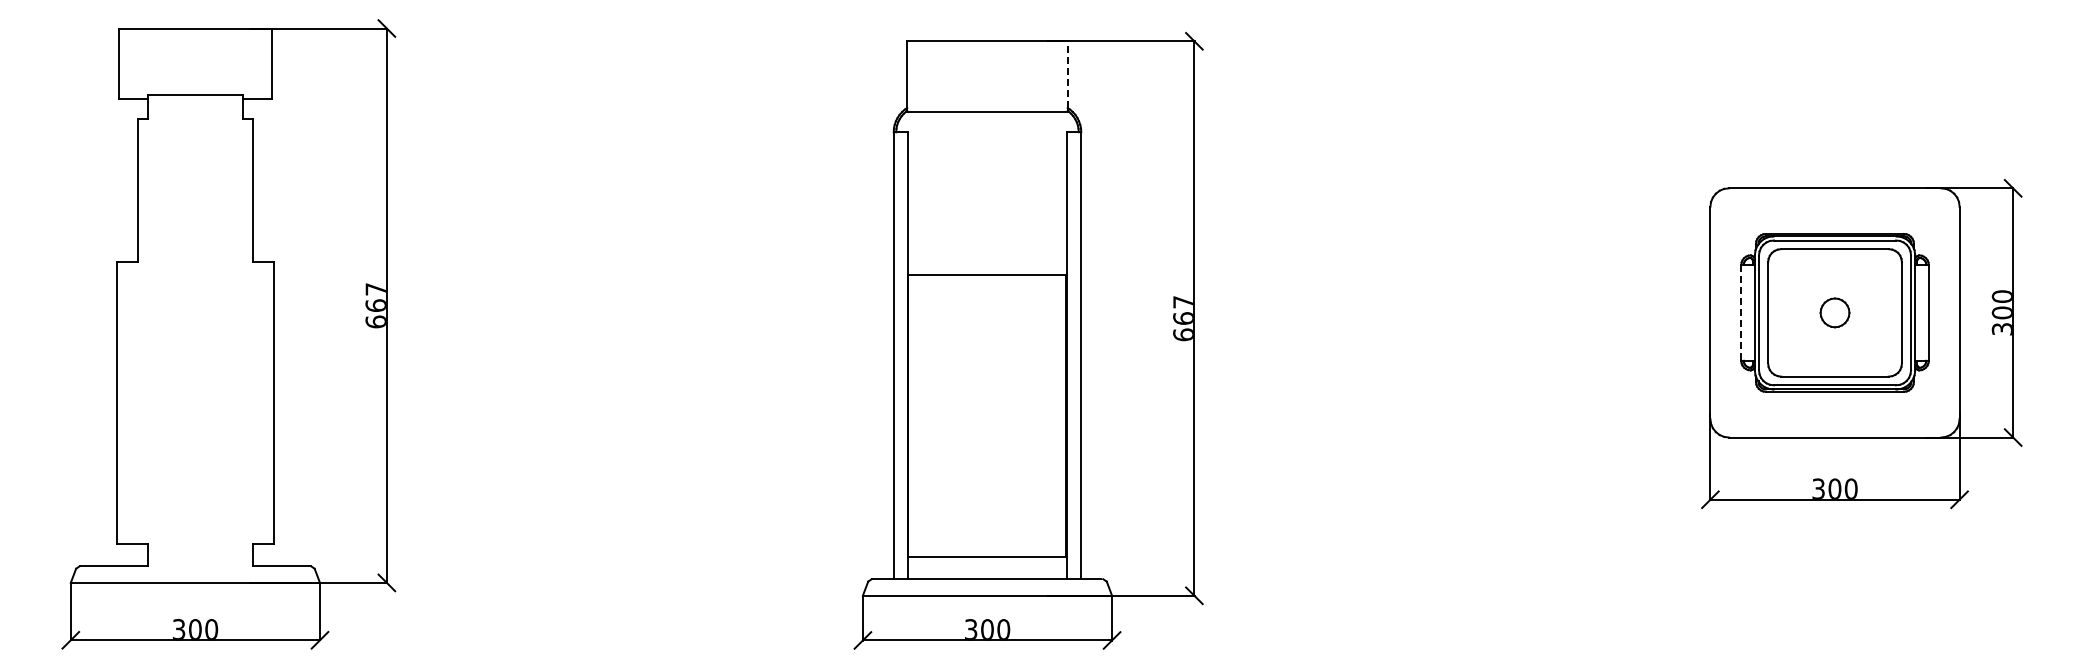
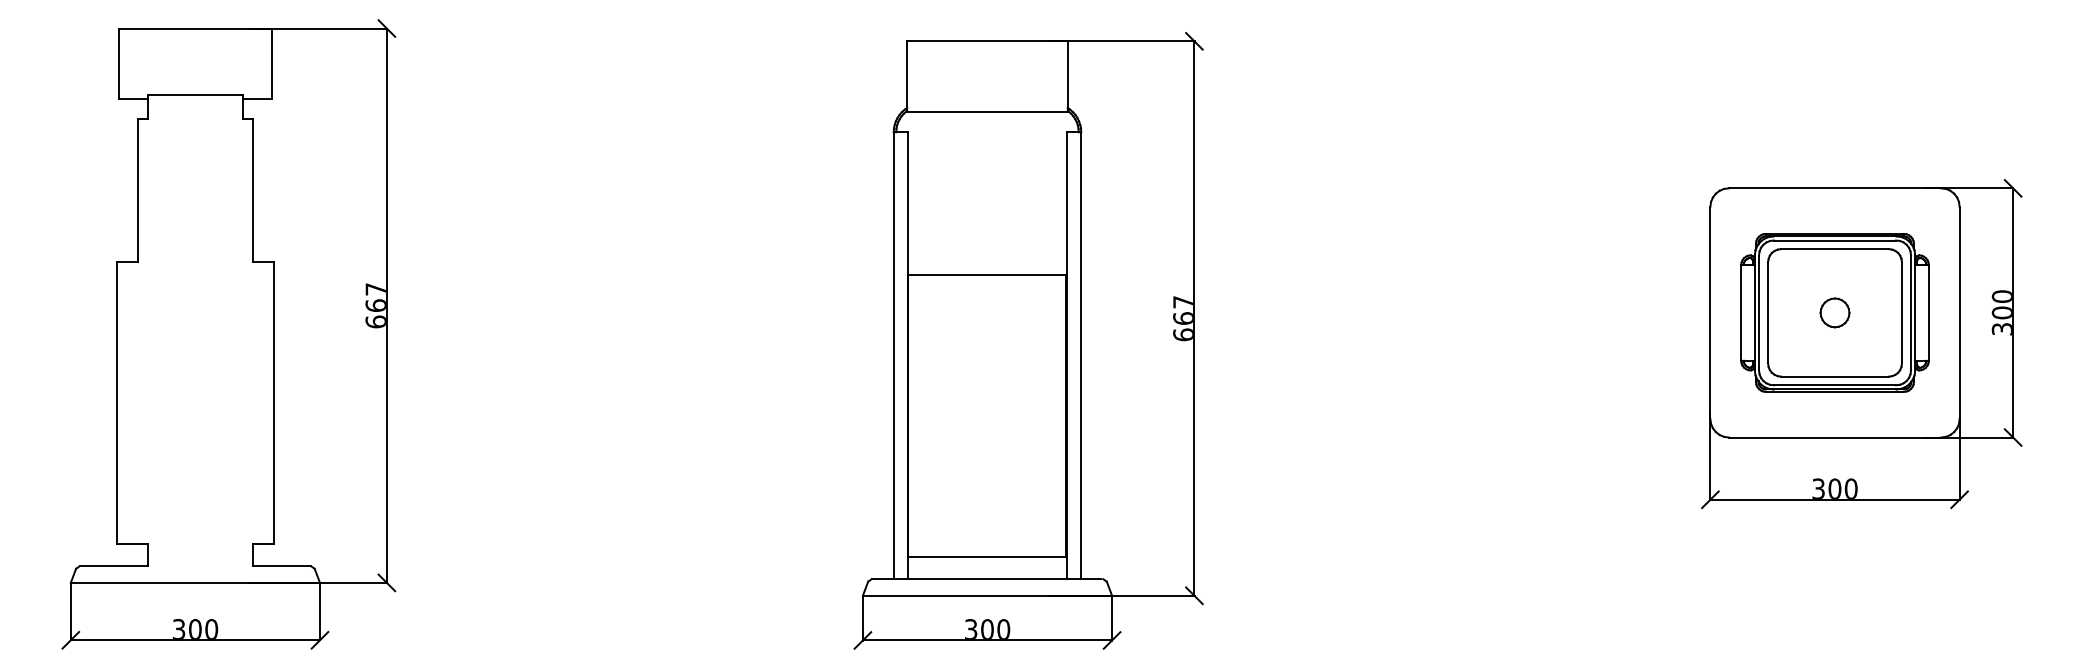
line at (1067, 74): dashed -> solid
line at (1741, 312): dashed -> solid
